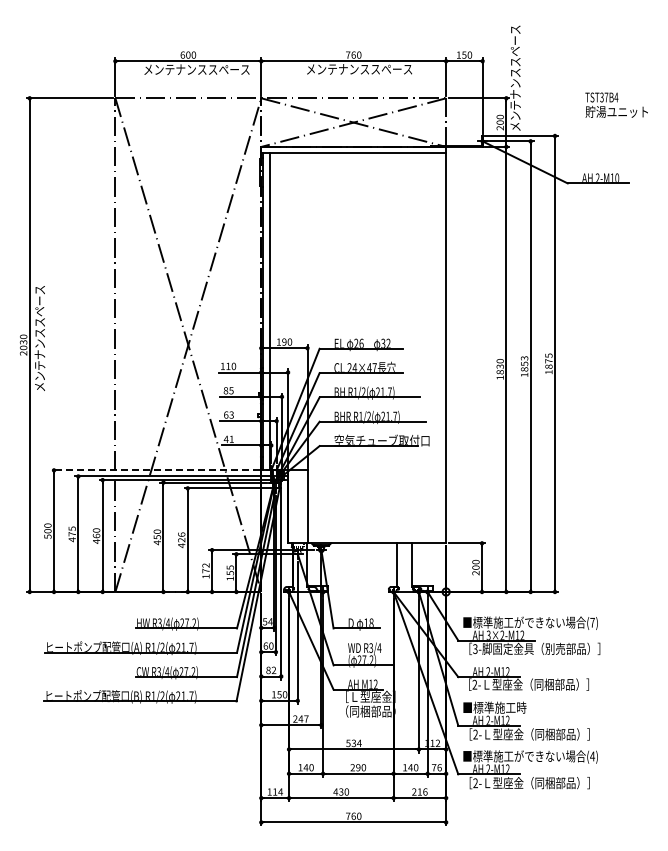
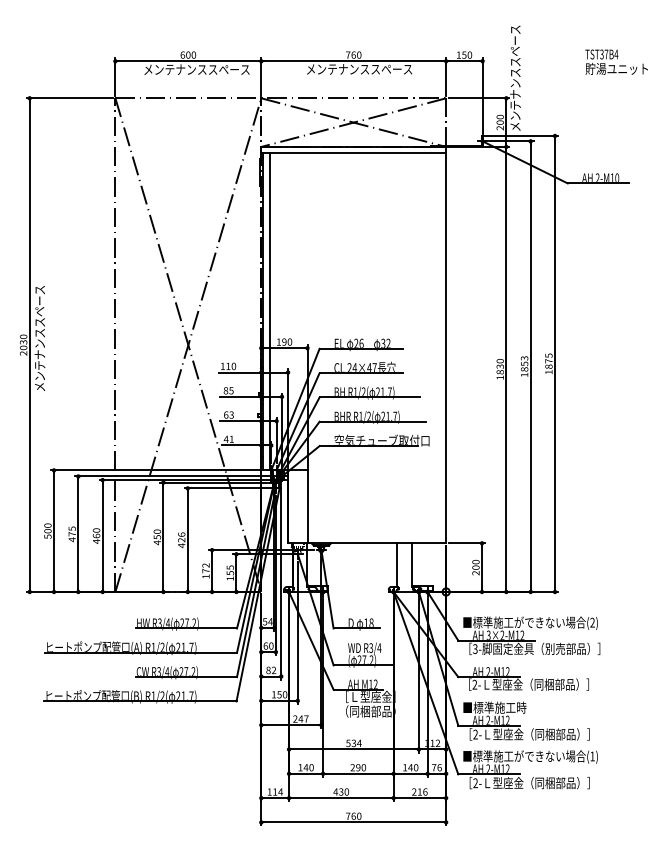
text at (616, 104) position: (616, 104) -> (616, 61)
line at (155, 470): dashed -> solid
text at (592, 622): (7) -> (2)
text at (592, 756): (4) -> (1)
